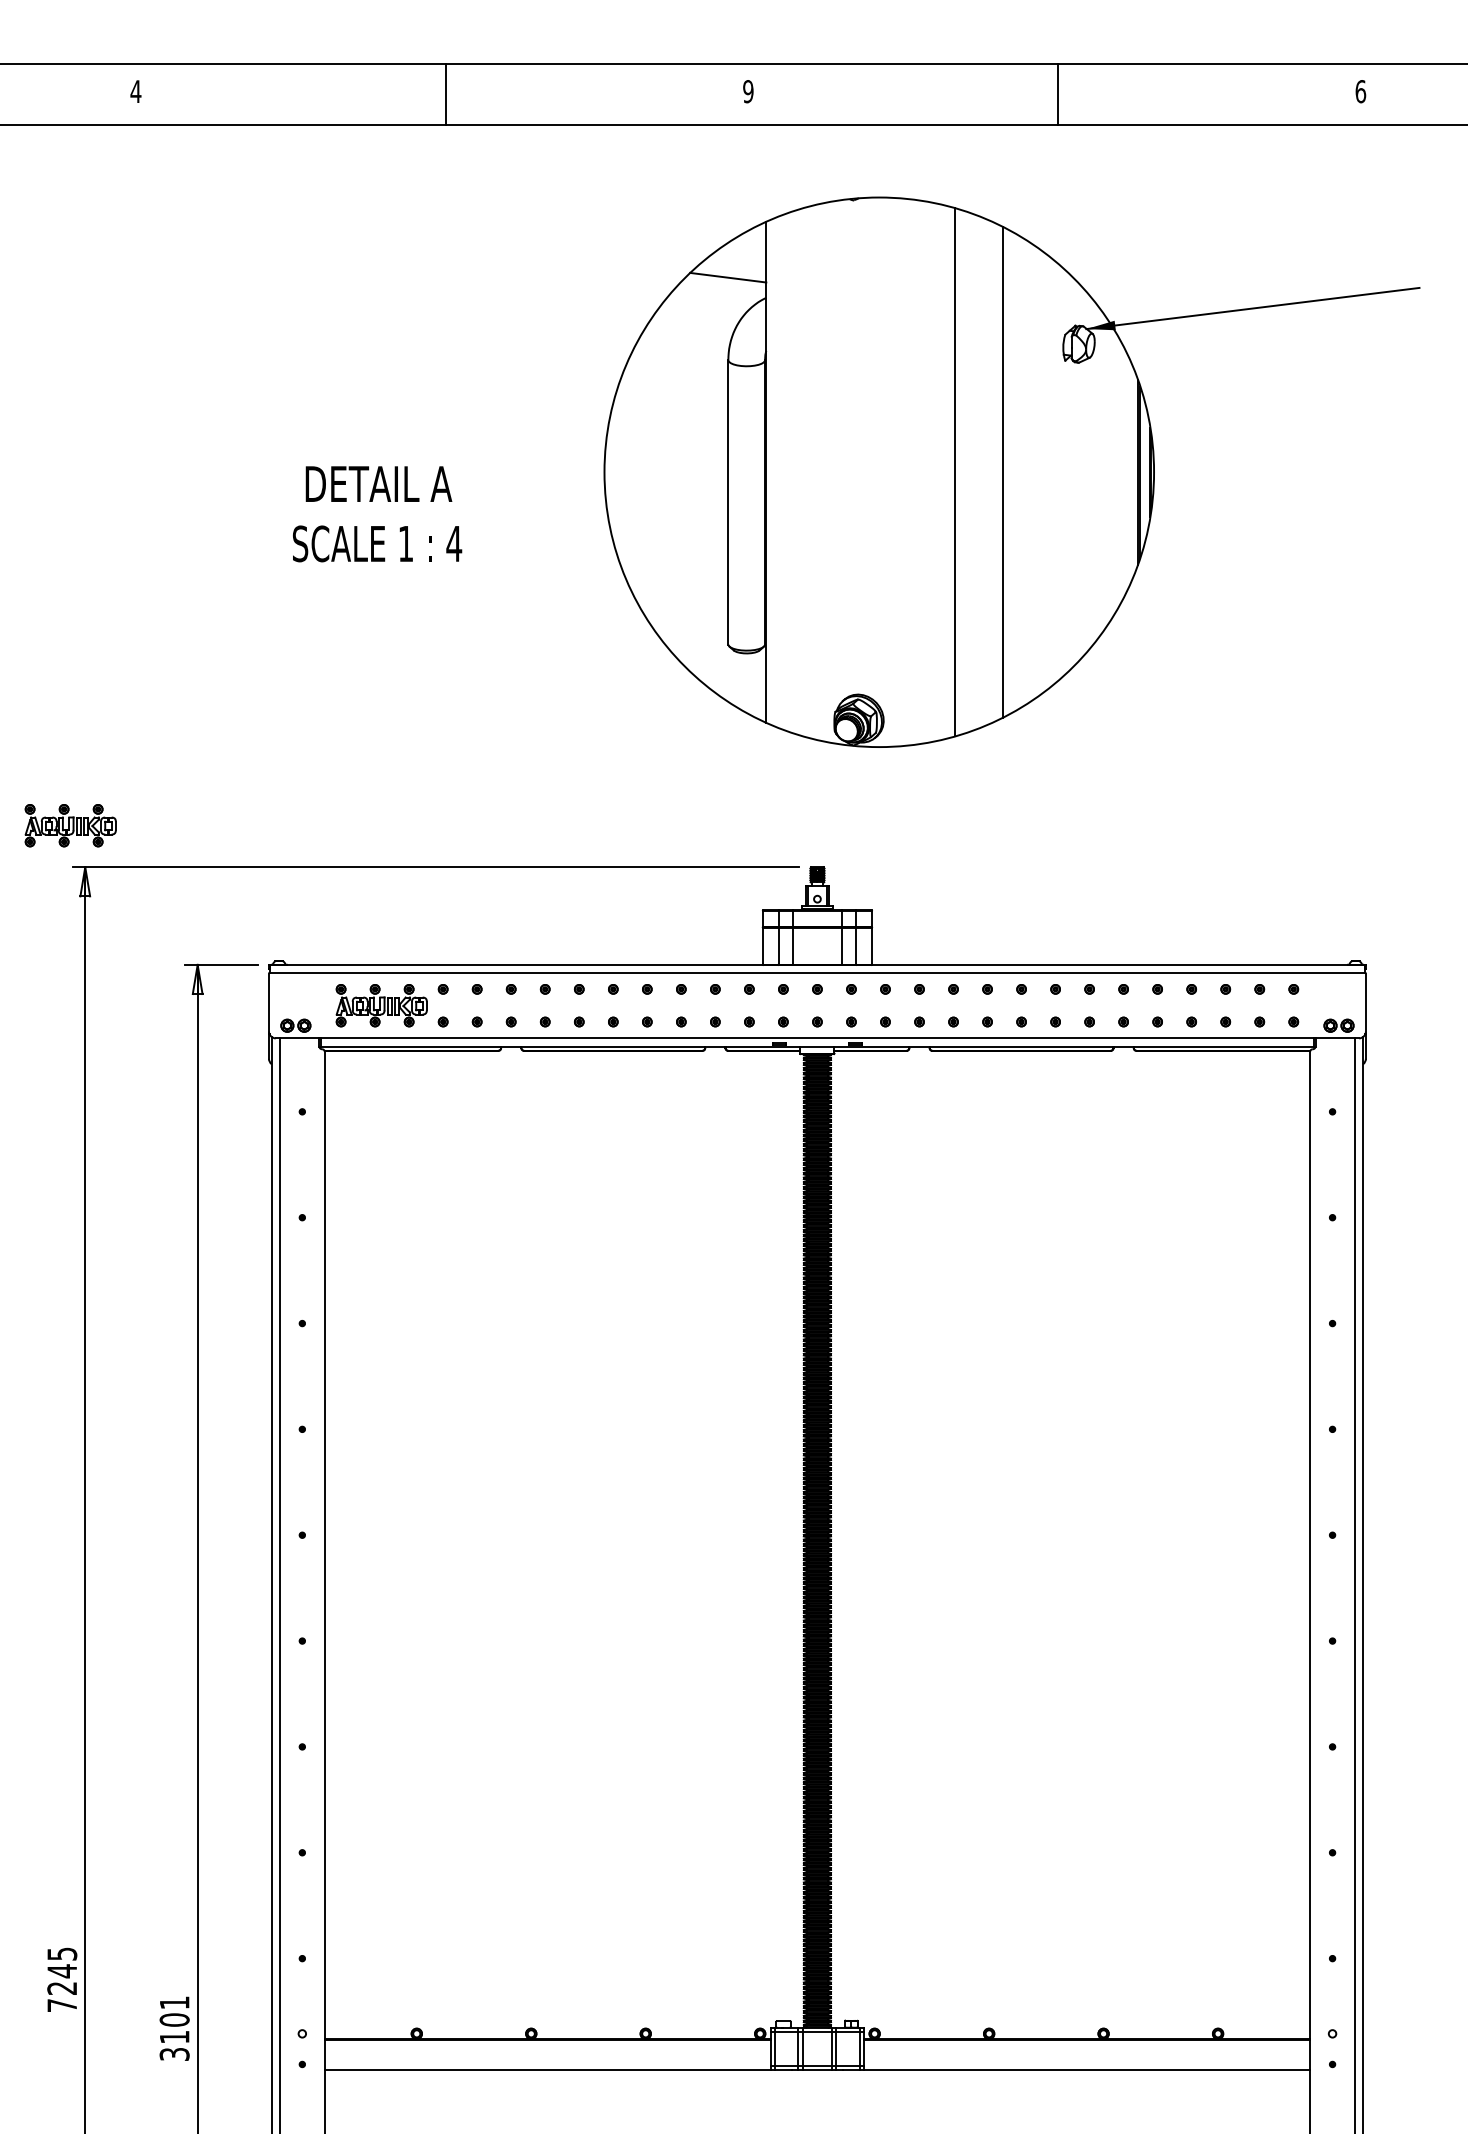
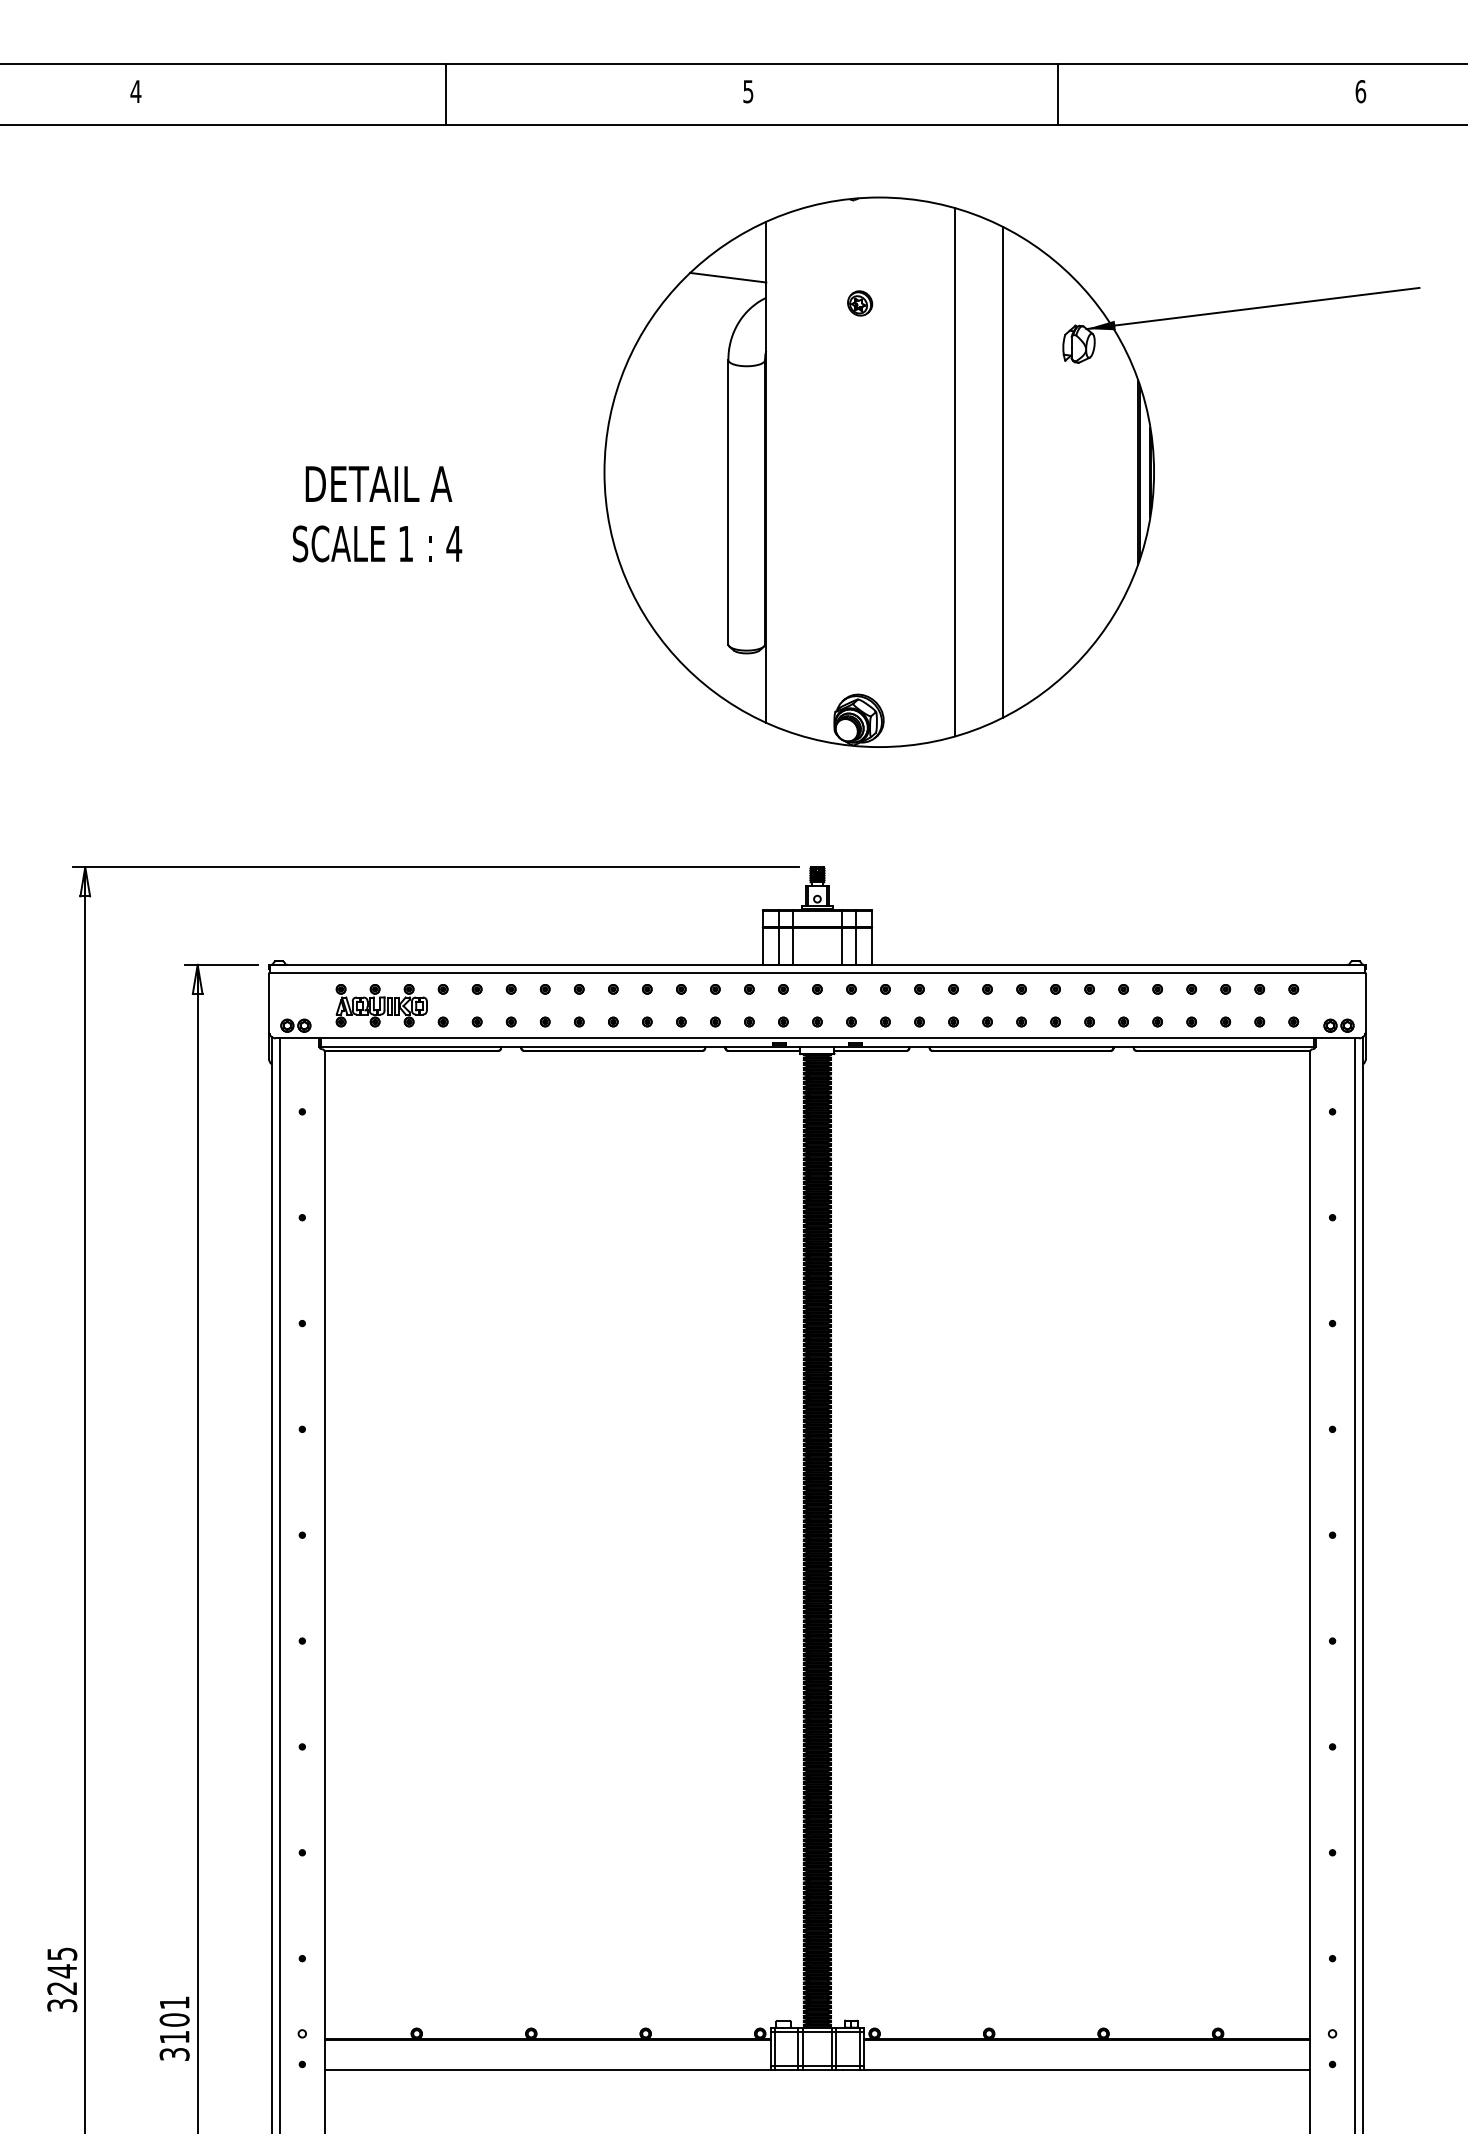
text at (748, 91): 9 -> 5
part at (860, 303): none -> present
part at (70, 825): present -> none
text at (62, 2005): 7245 -> 3245
